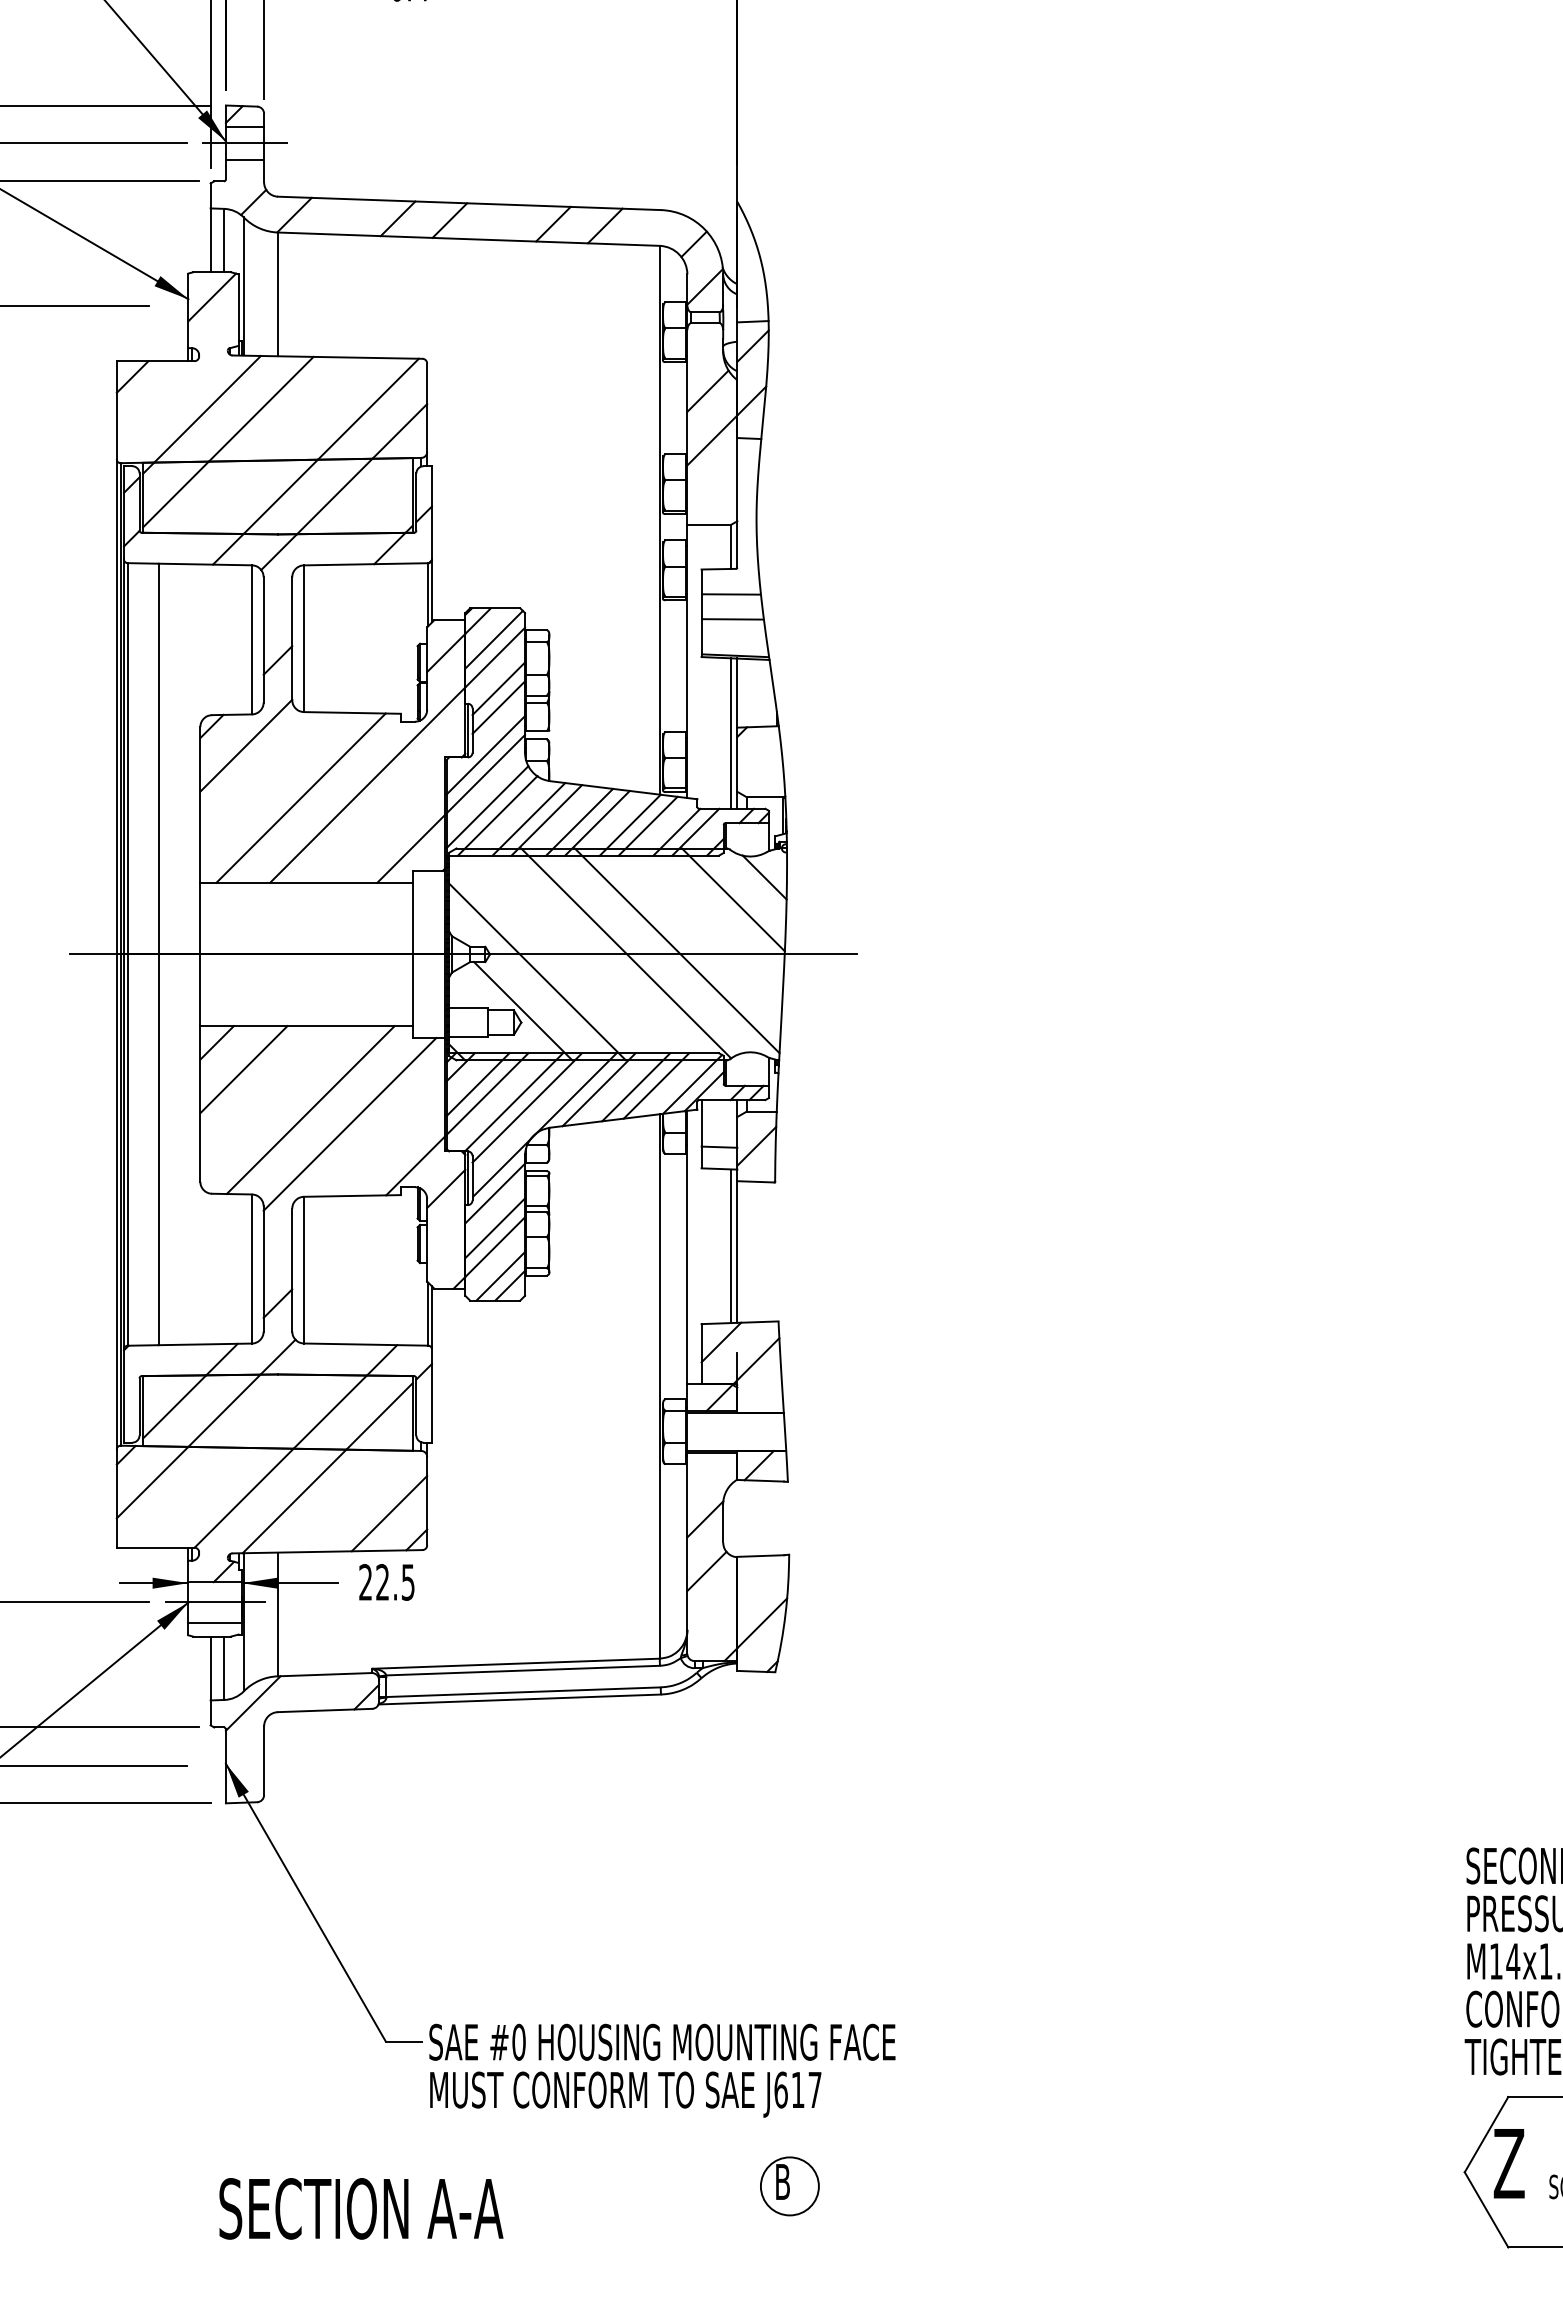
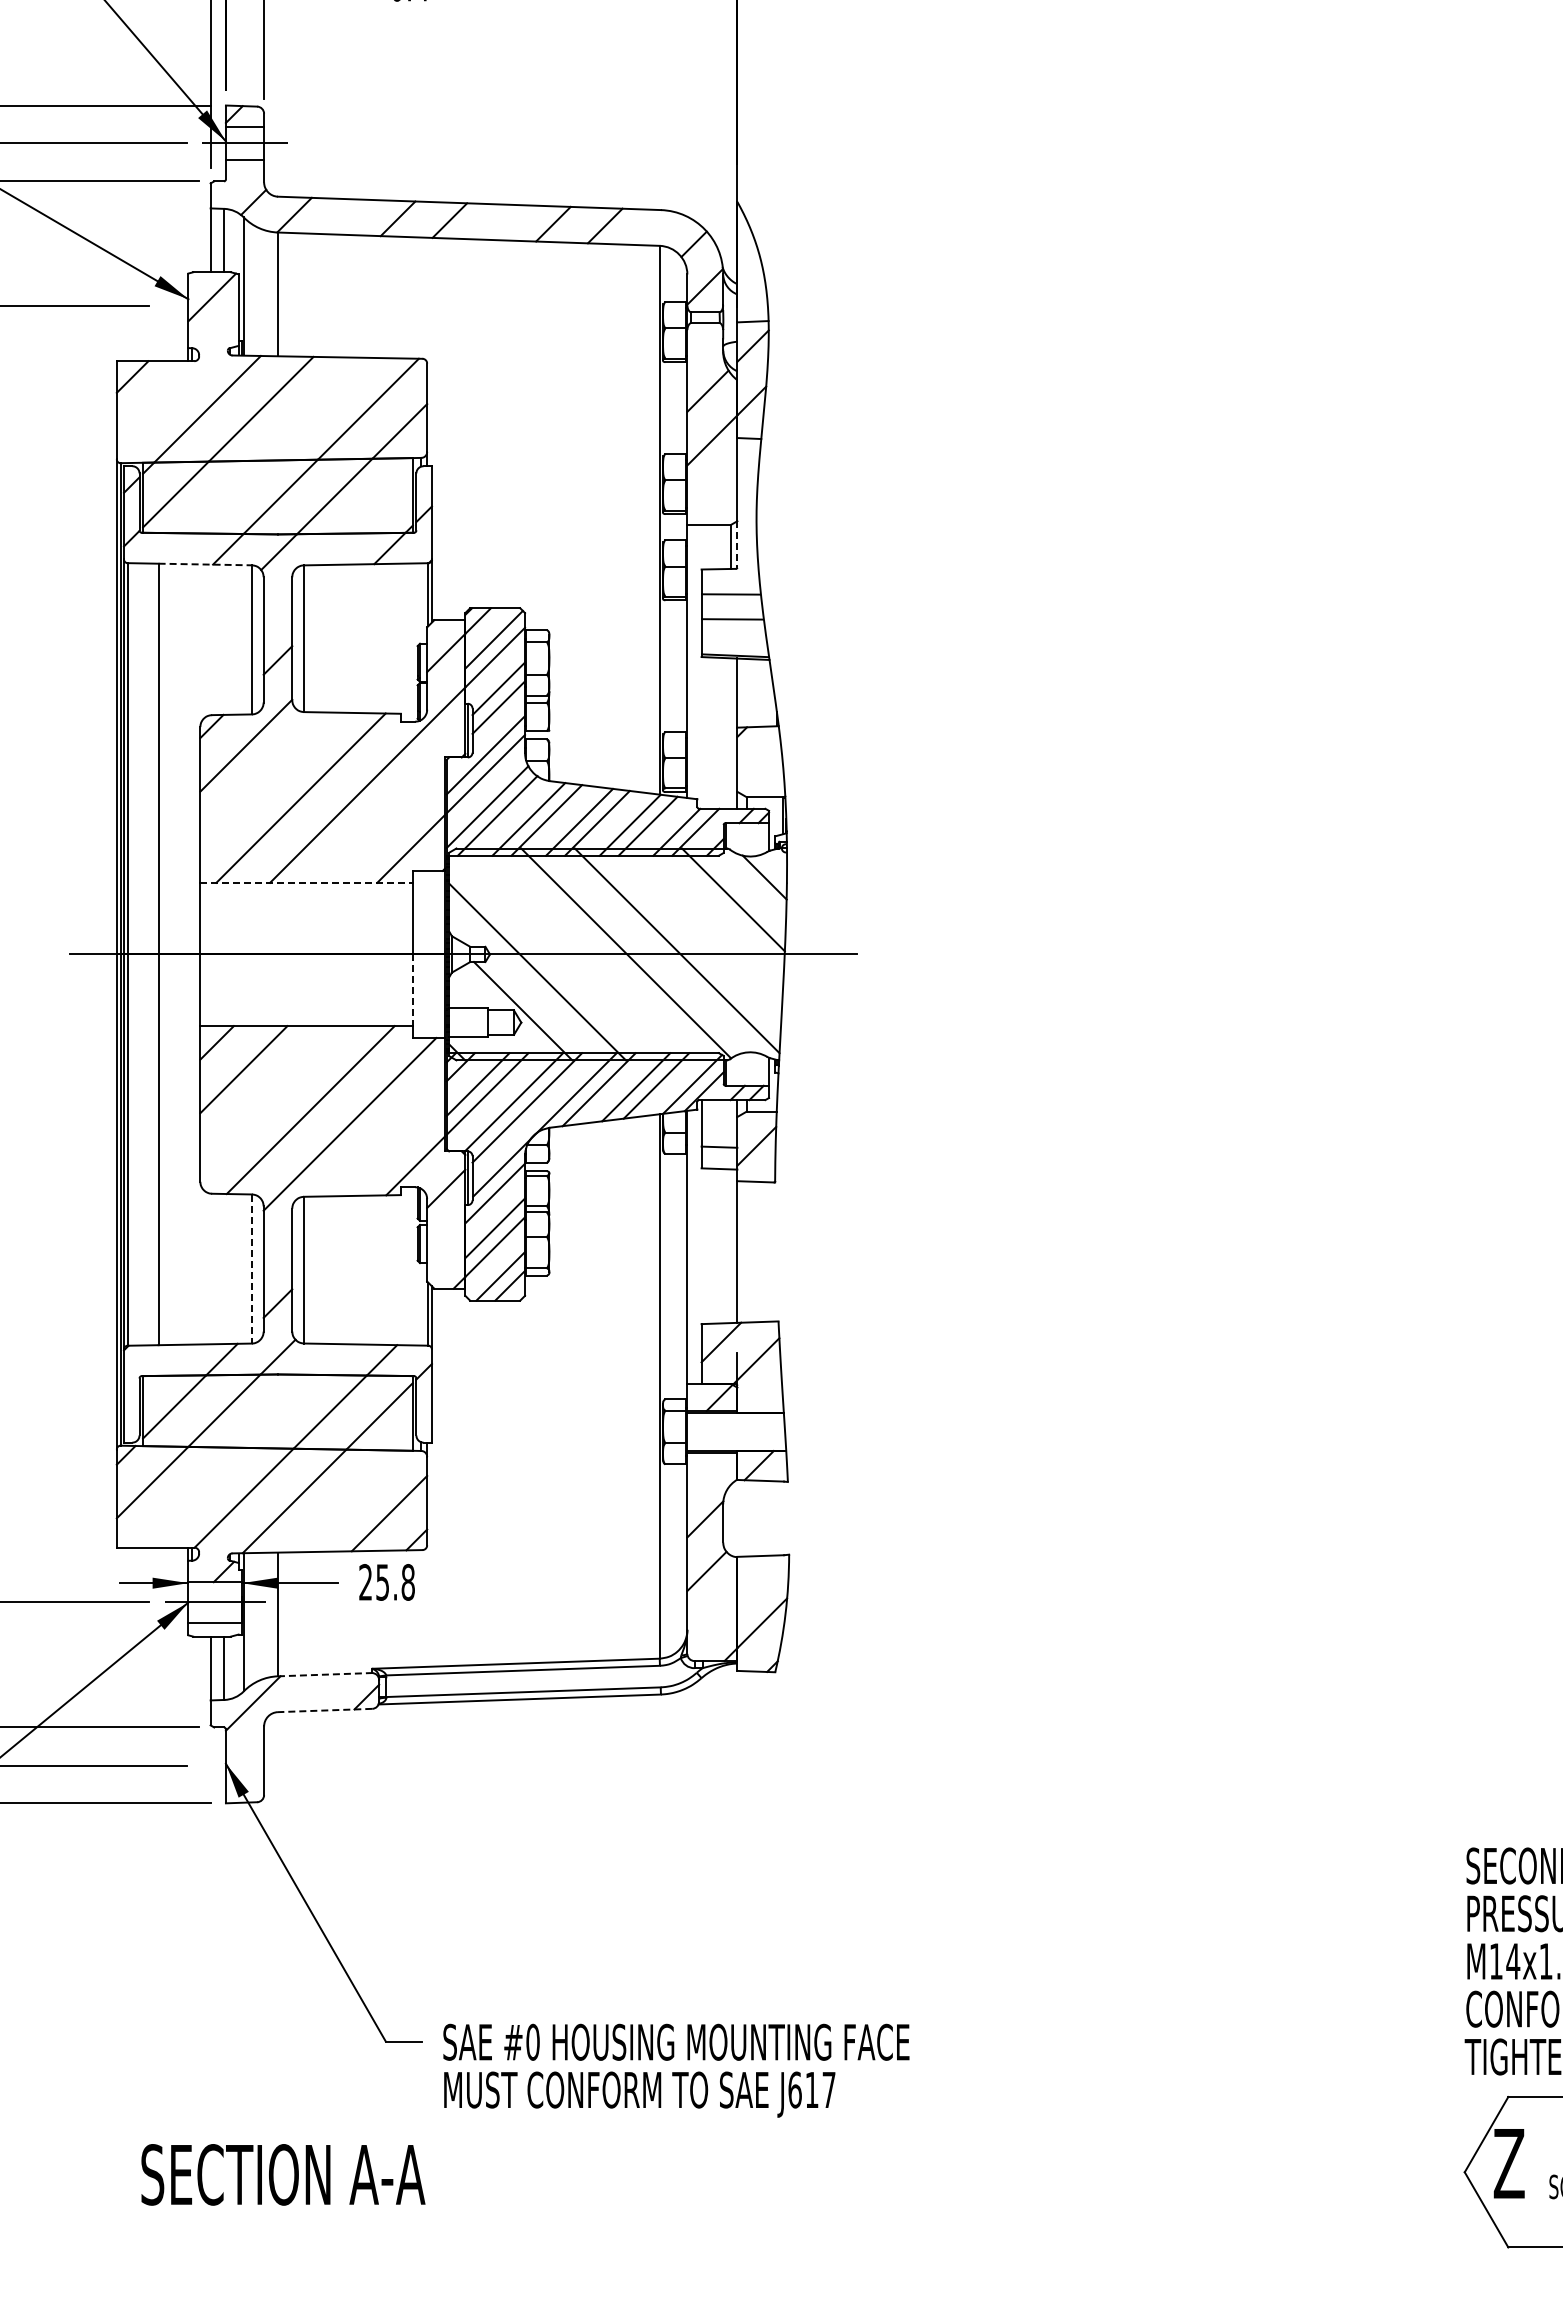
line at (737, 543): solid -> dashed
line at (205, 564): solid -> dashed
line at (731, 733): present -> none
line at (307, 882): solid -> dashed
line at (412, 990): solid -> dashed
line at (731, 1246): present -> none
line at (251, 1269): solid -> dashed
text at (395, 1582): 22.5 -> 25.8
line at (324, 1674): solid -> dashed
line at (324, 1710): solid -> dashed
text at (662, 2070) position: (662, 2070) -> (676, 2070)
part at (789, 2186): present -> none
text at (361, 2208) position: (361, 2208) -> (283, 2174)
